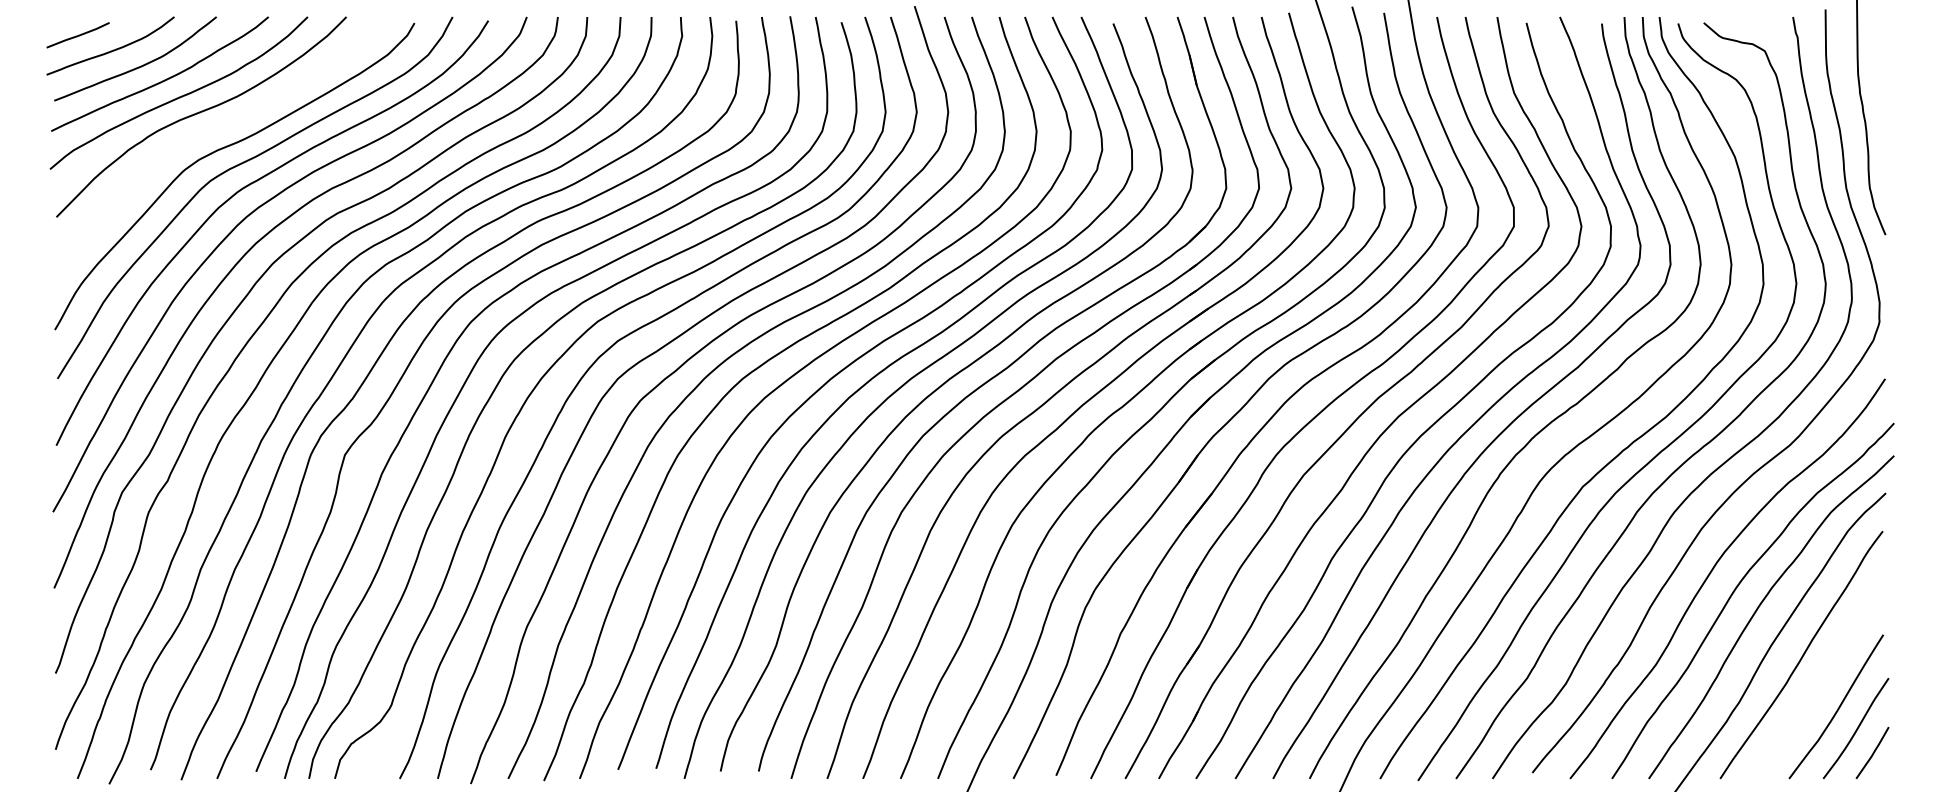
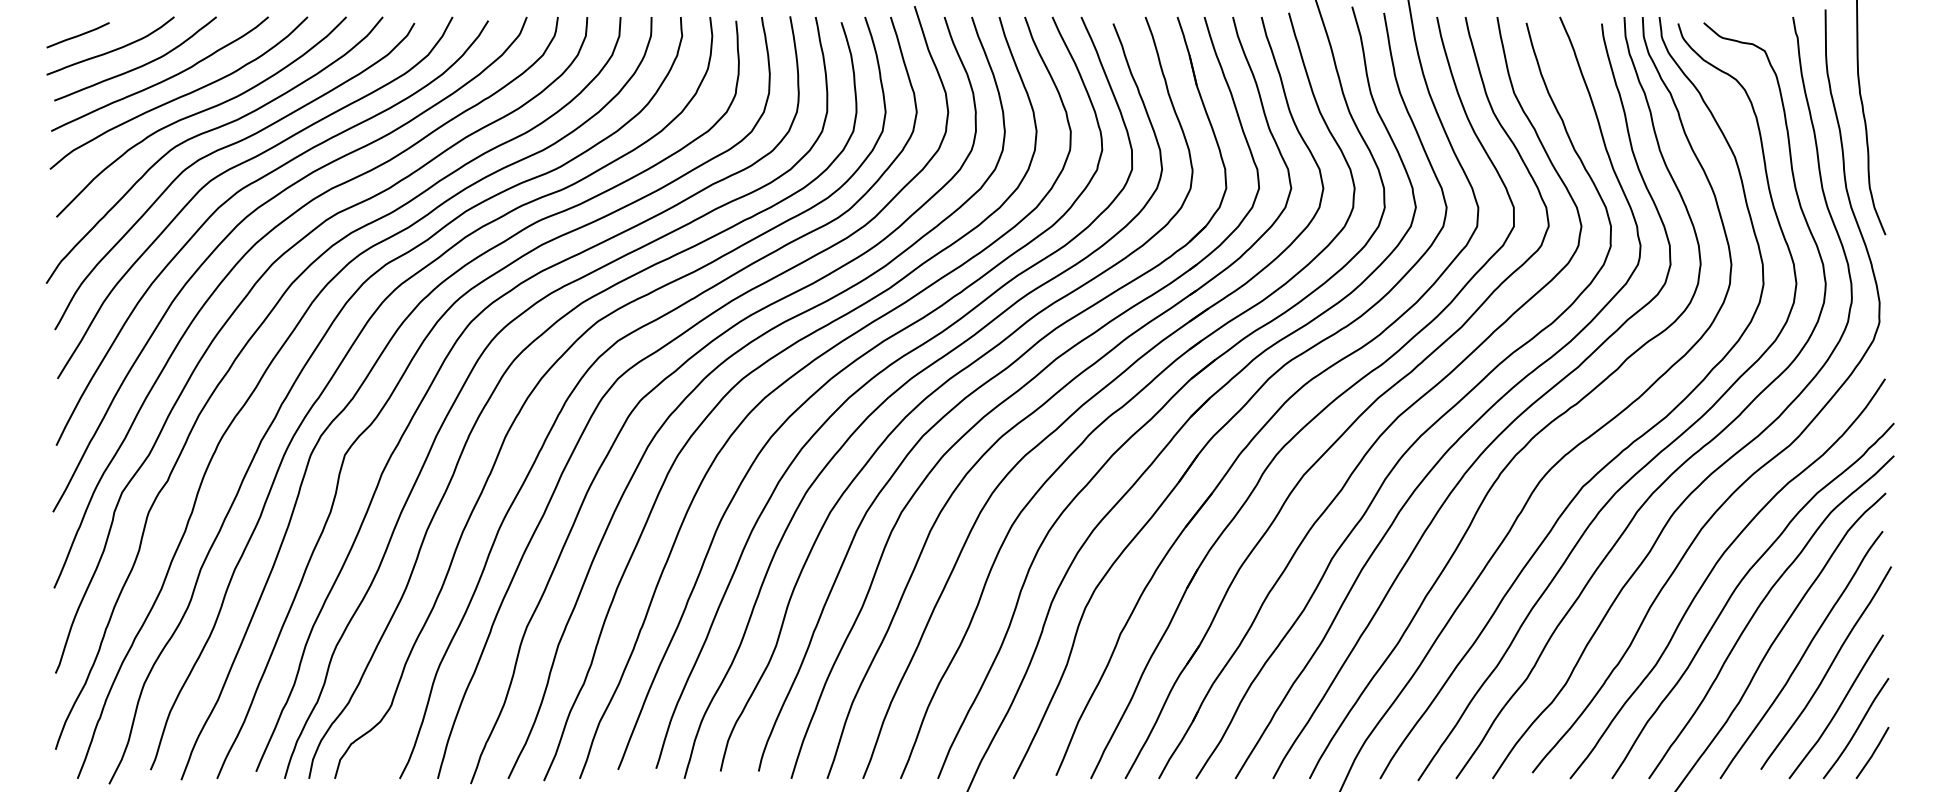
curve at (208, 132): none -> present
curve at (1827, 669): none -> present
